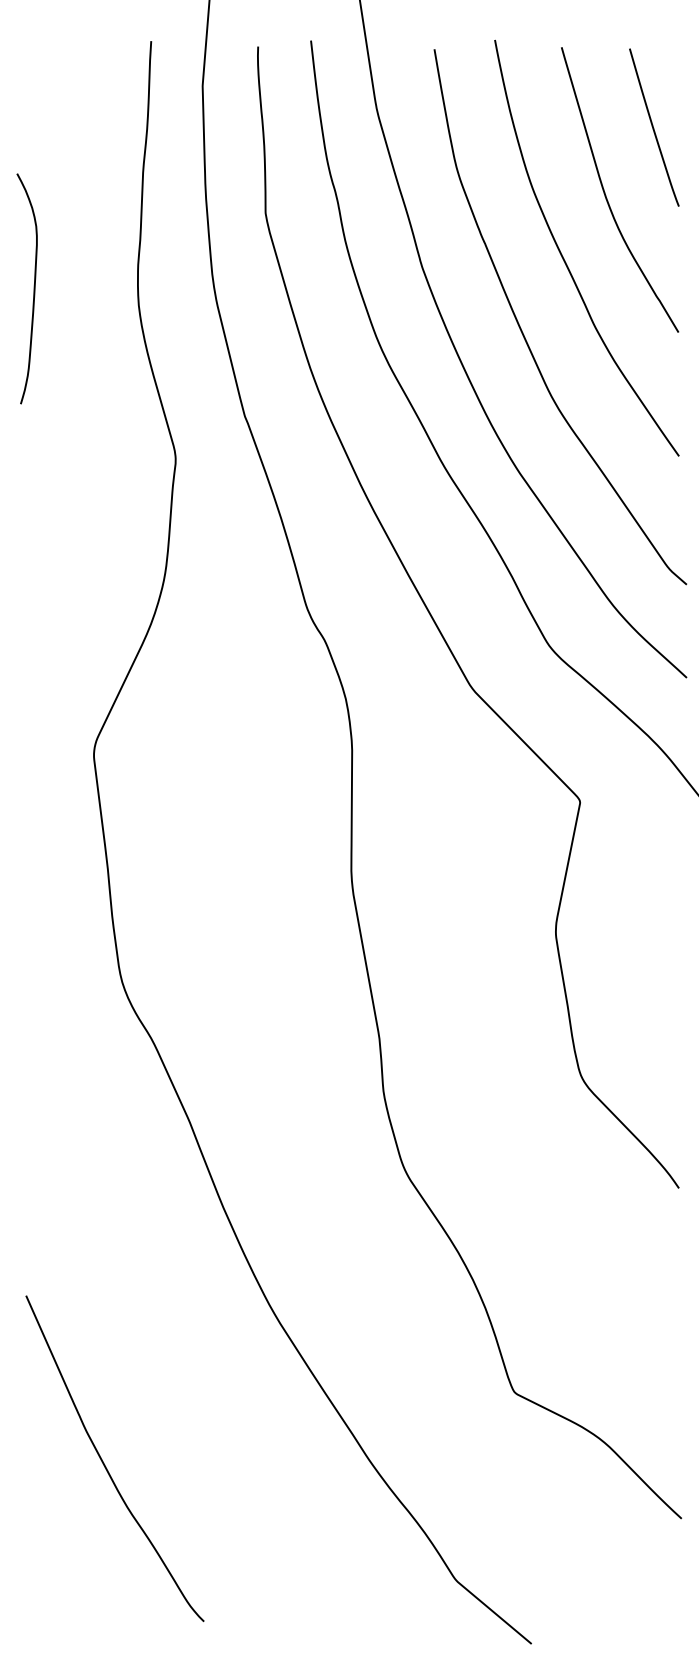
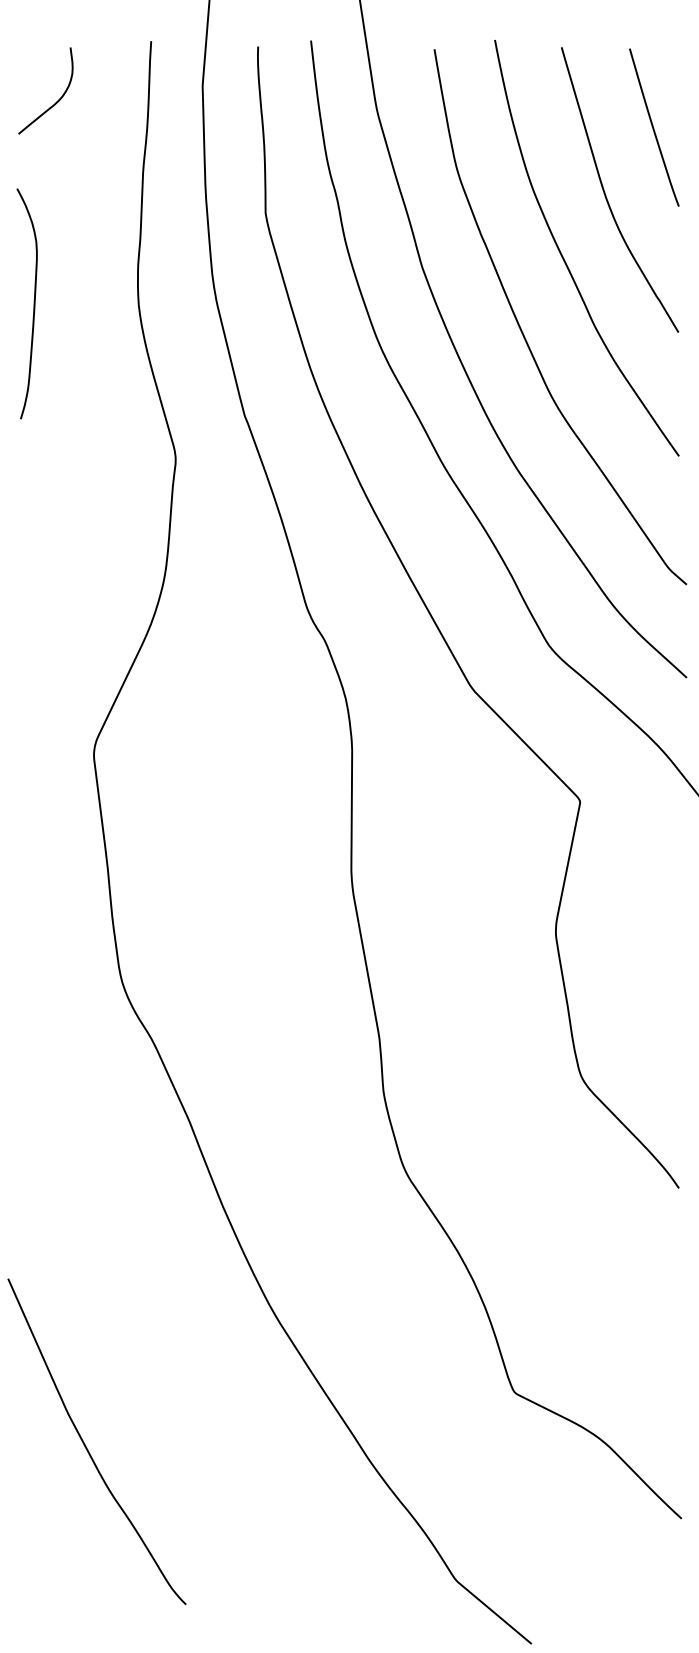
curve at (56, 101): none -> present
curve at (33, 288) position: (33, 288) -> (33, 303)
curve at (105, 1464) position: (105, 1464) -> (87, 1447)
